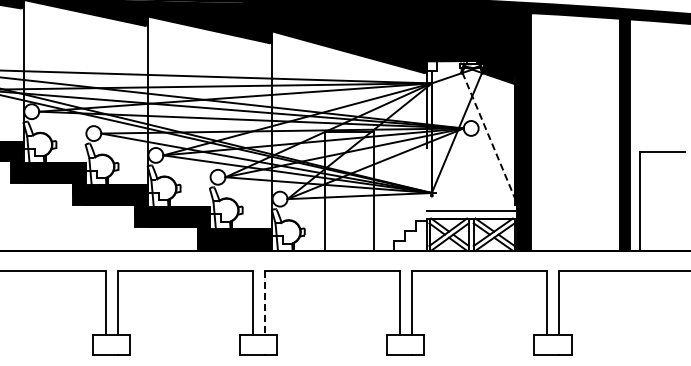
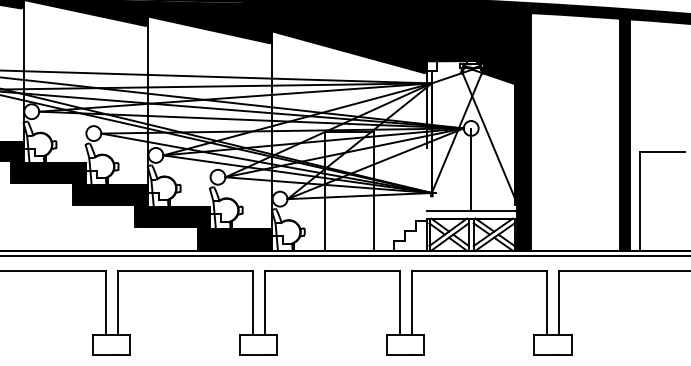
line at (488, 135): dashed -> solid
line at (471, 170): none -> present
line at (344, 255): none -> present
line at (265, 303): dashed -> solid
